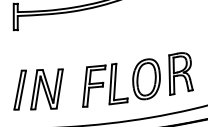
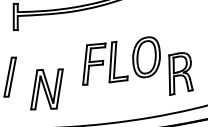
part at (121, 82) position: (121, 82) -> (121, 60)
part at (19, 89) position: (19, 89) -> (9, 76)
